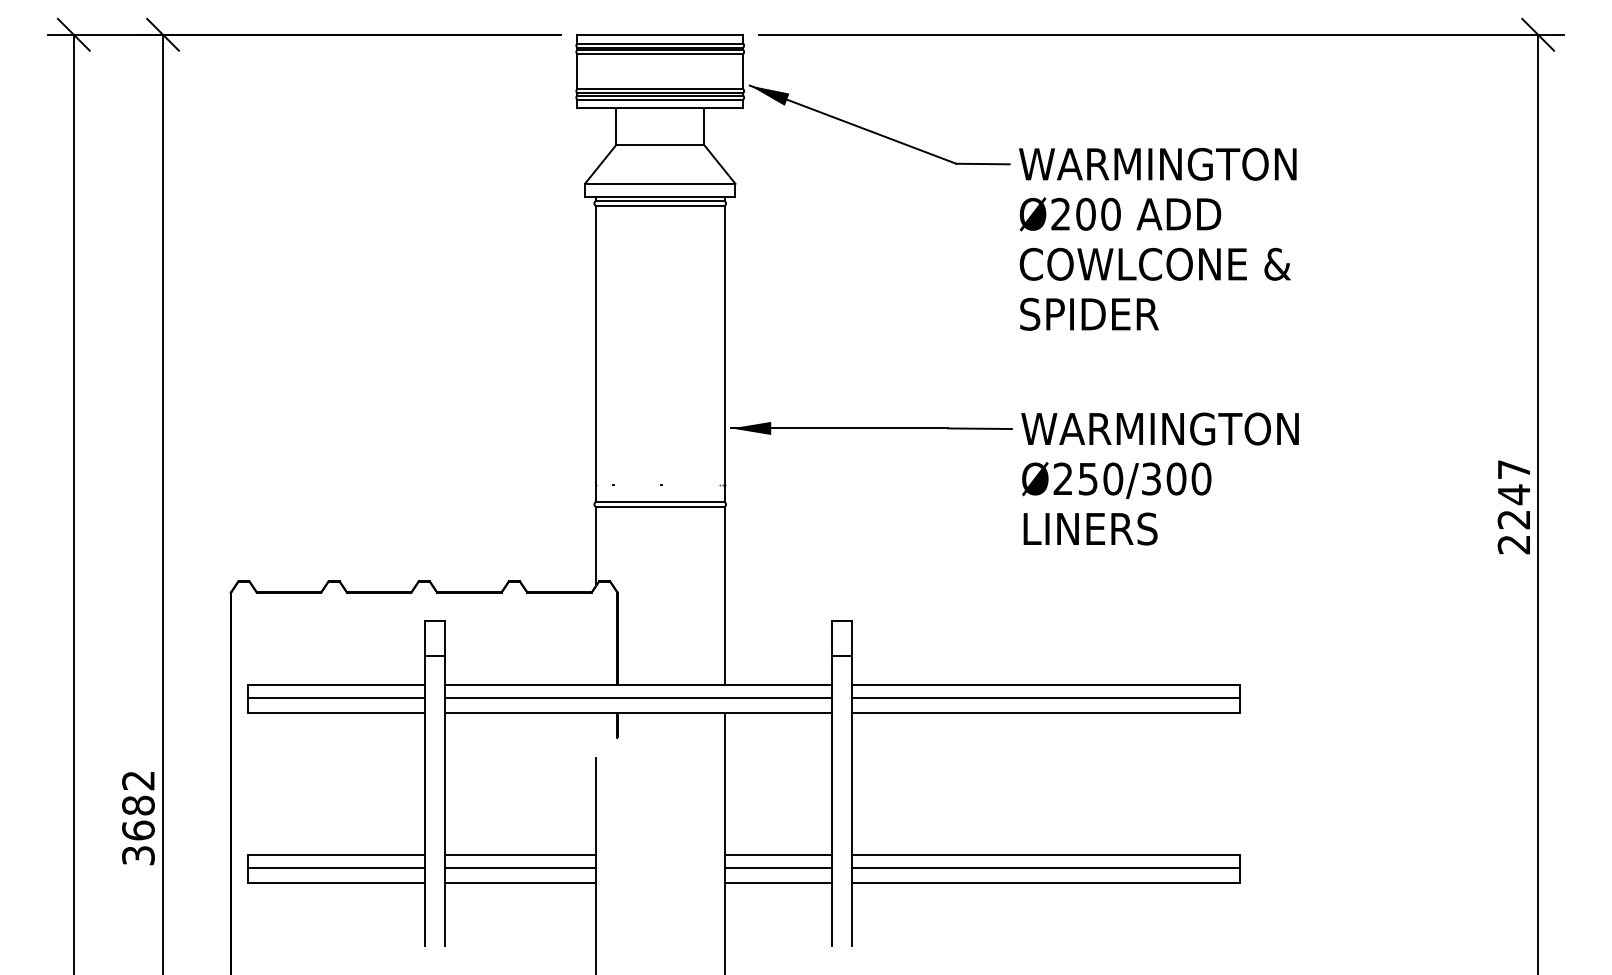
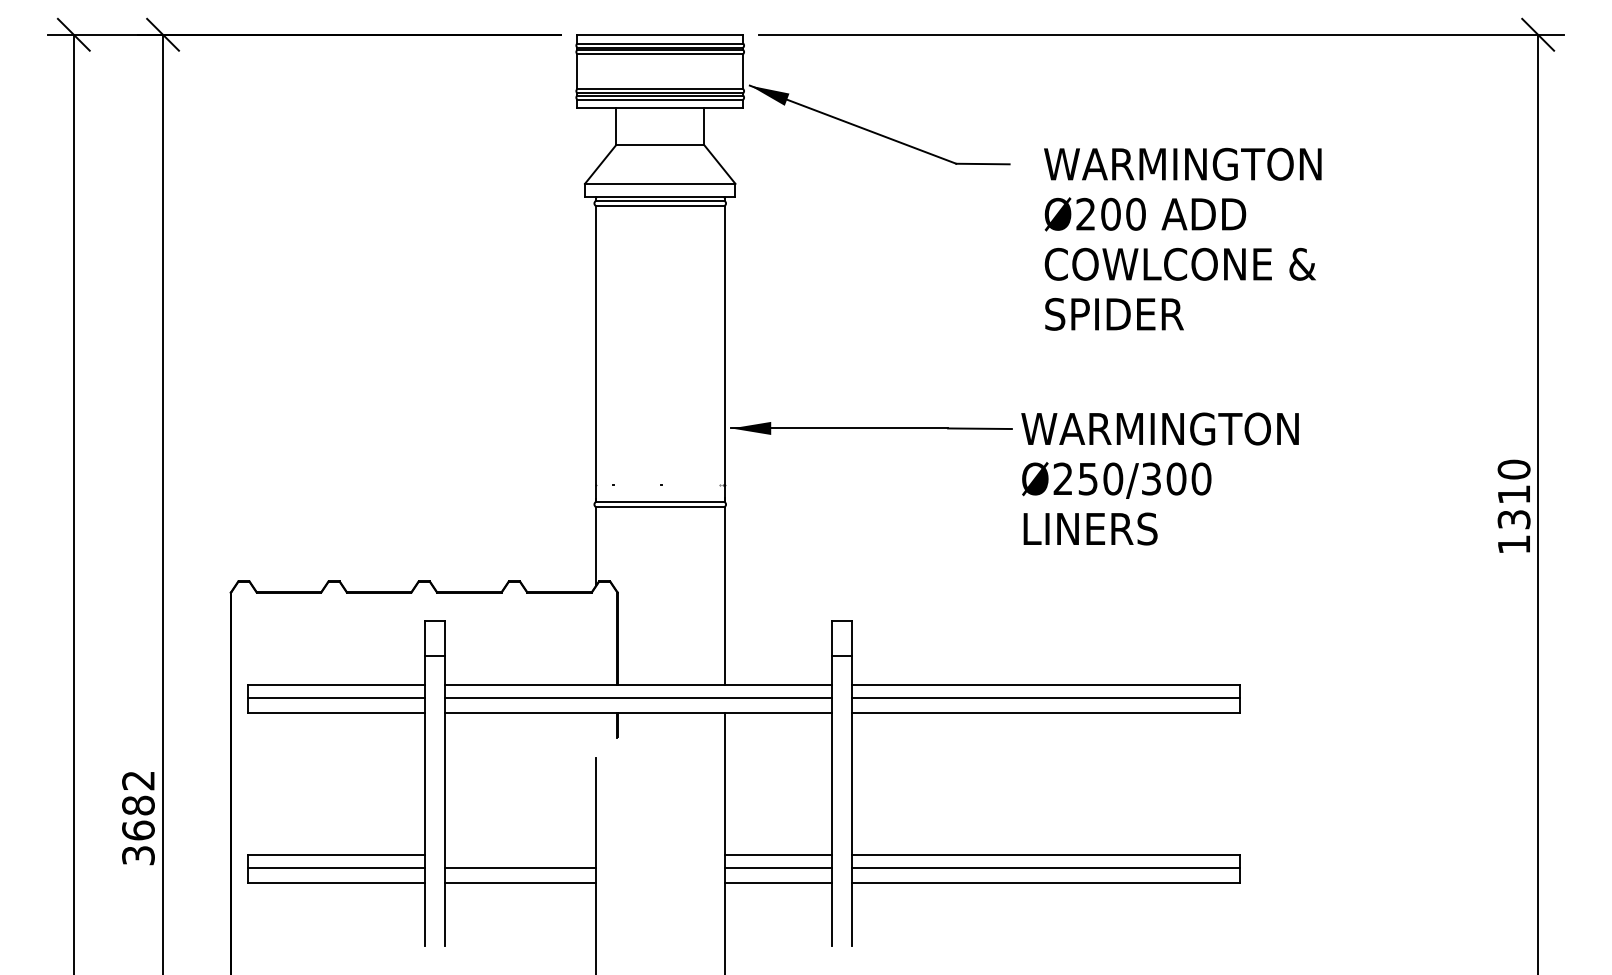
text at (1157, 238) position: (1157, 238) -> (1182, 238)
text at (1513, 506): 2247 -> 1310
line at (520, 854): present -> none
